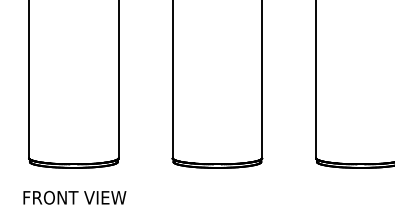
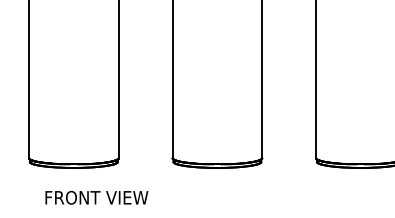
text at (74, 197) position: (74, 197) -> (96, 197)
